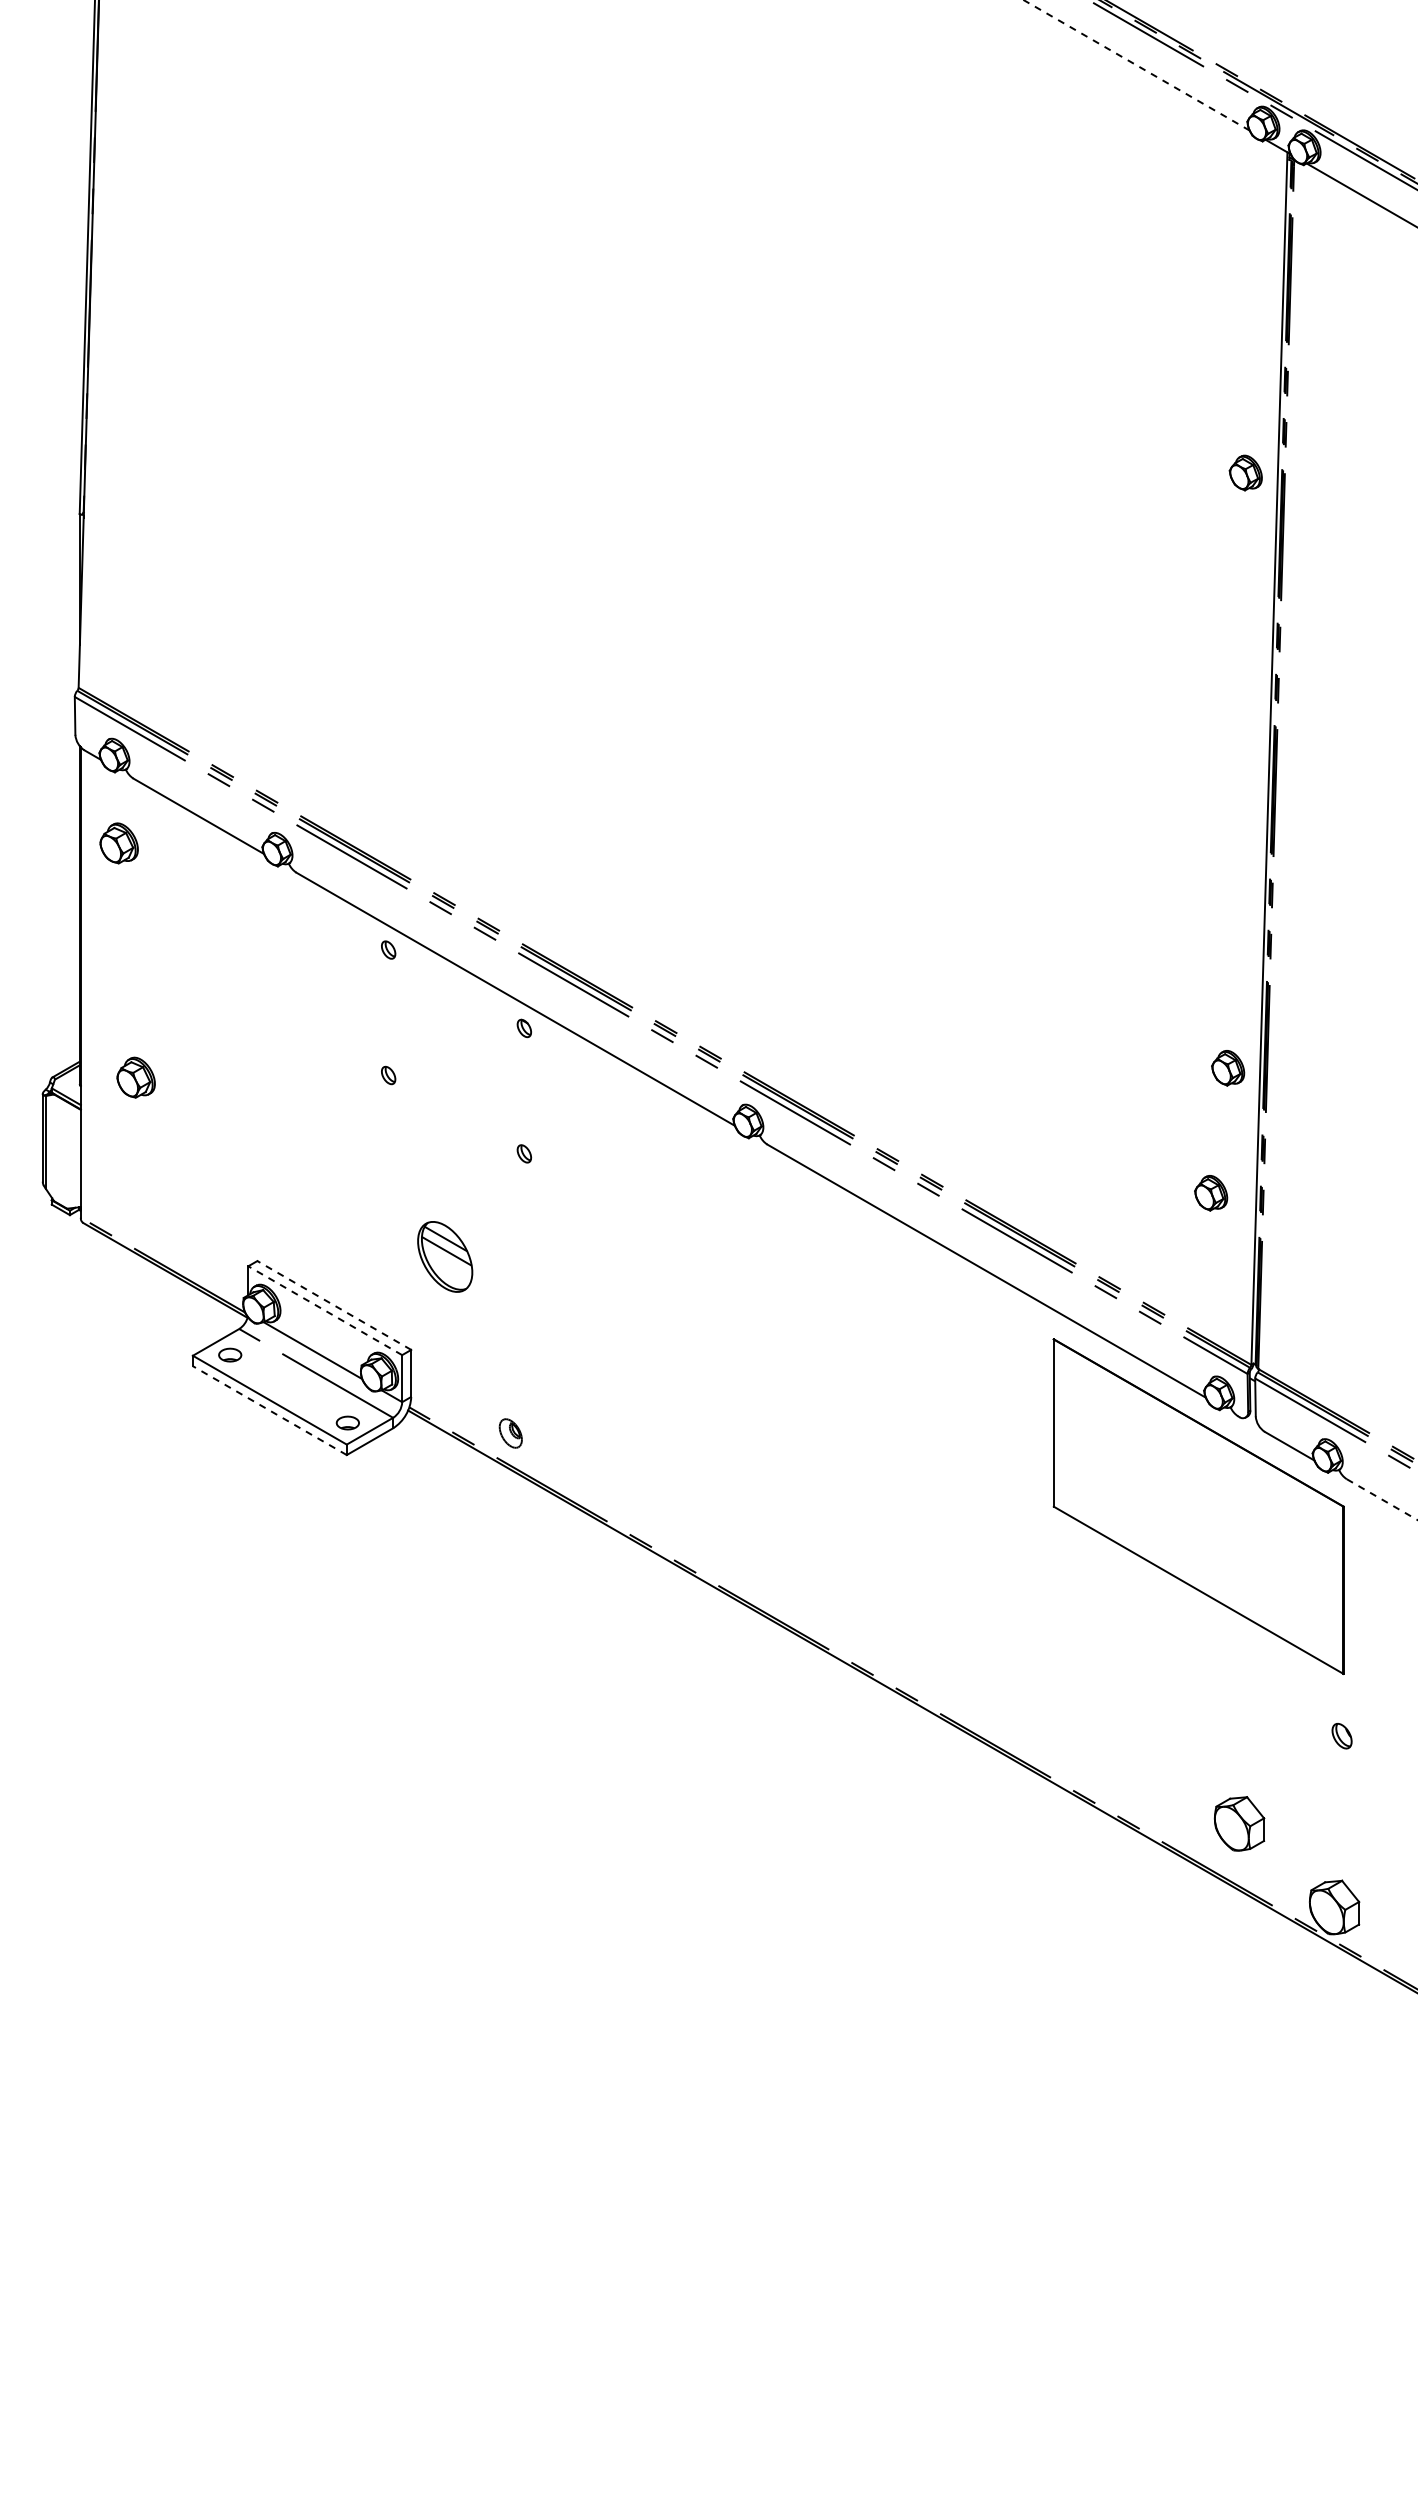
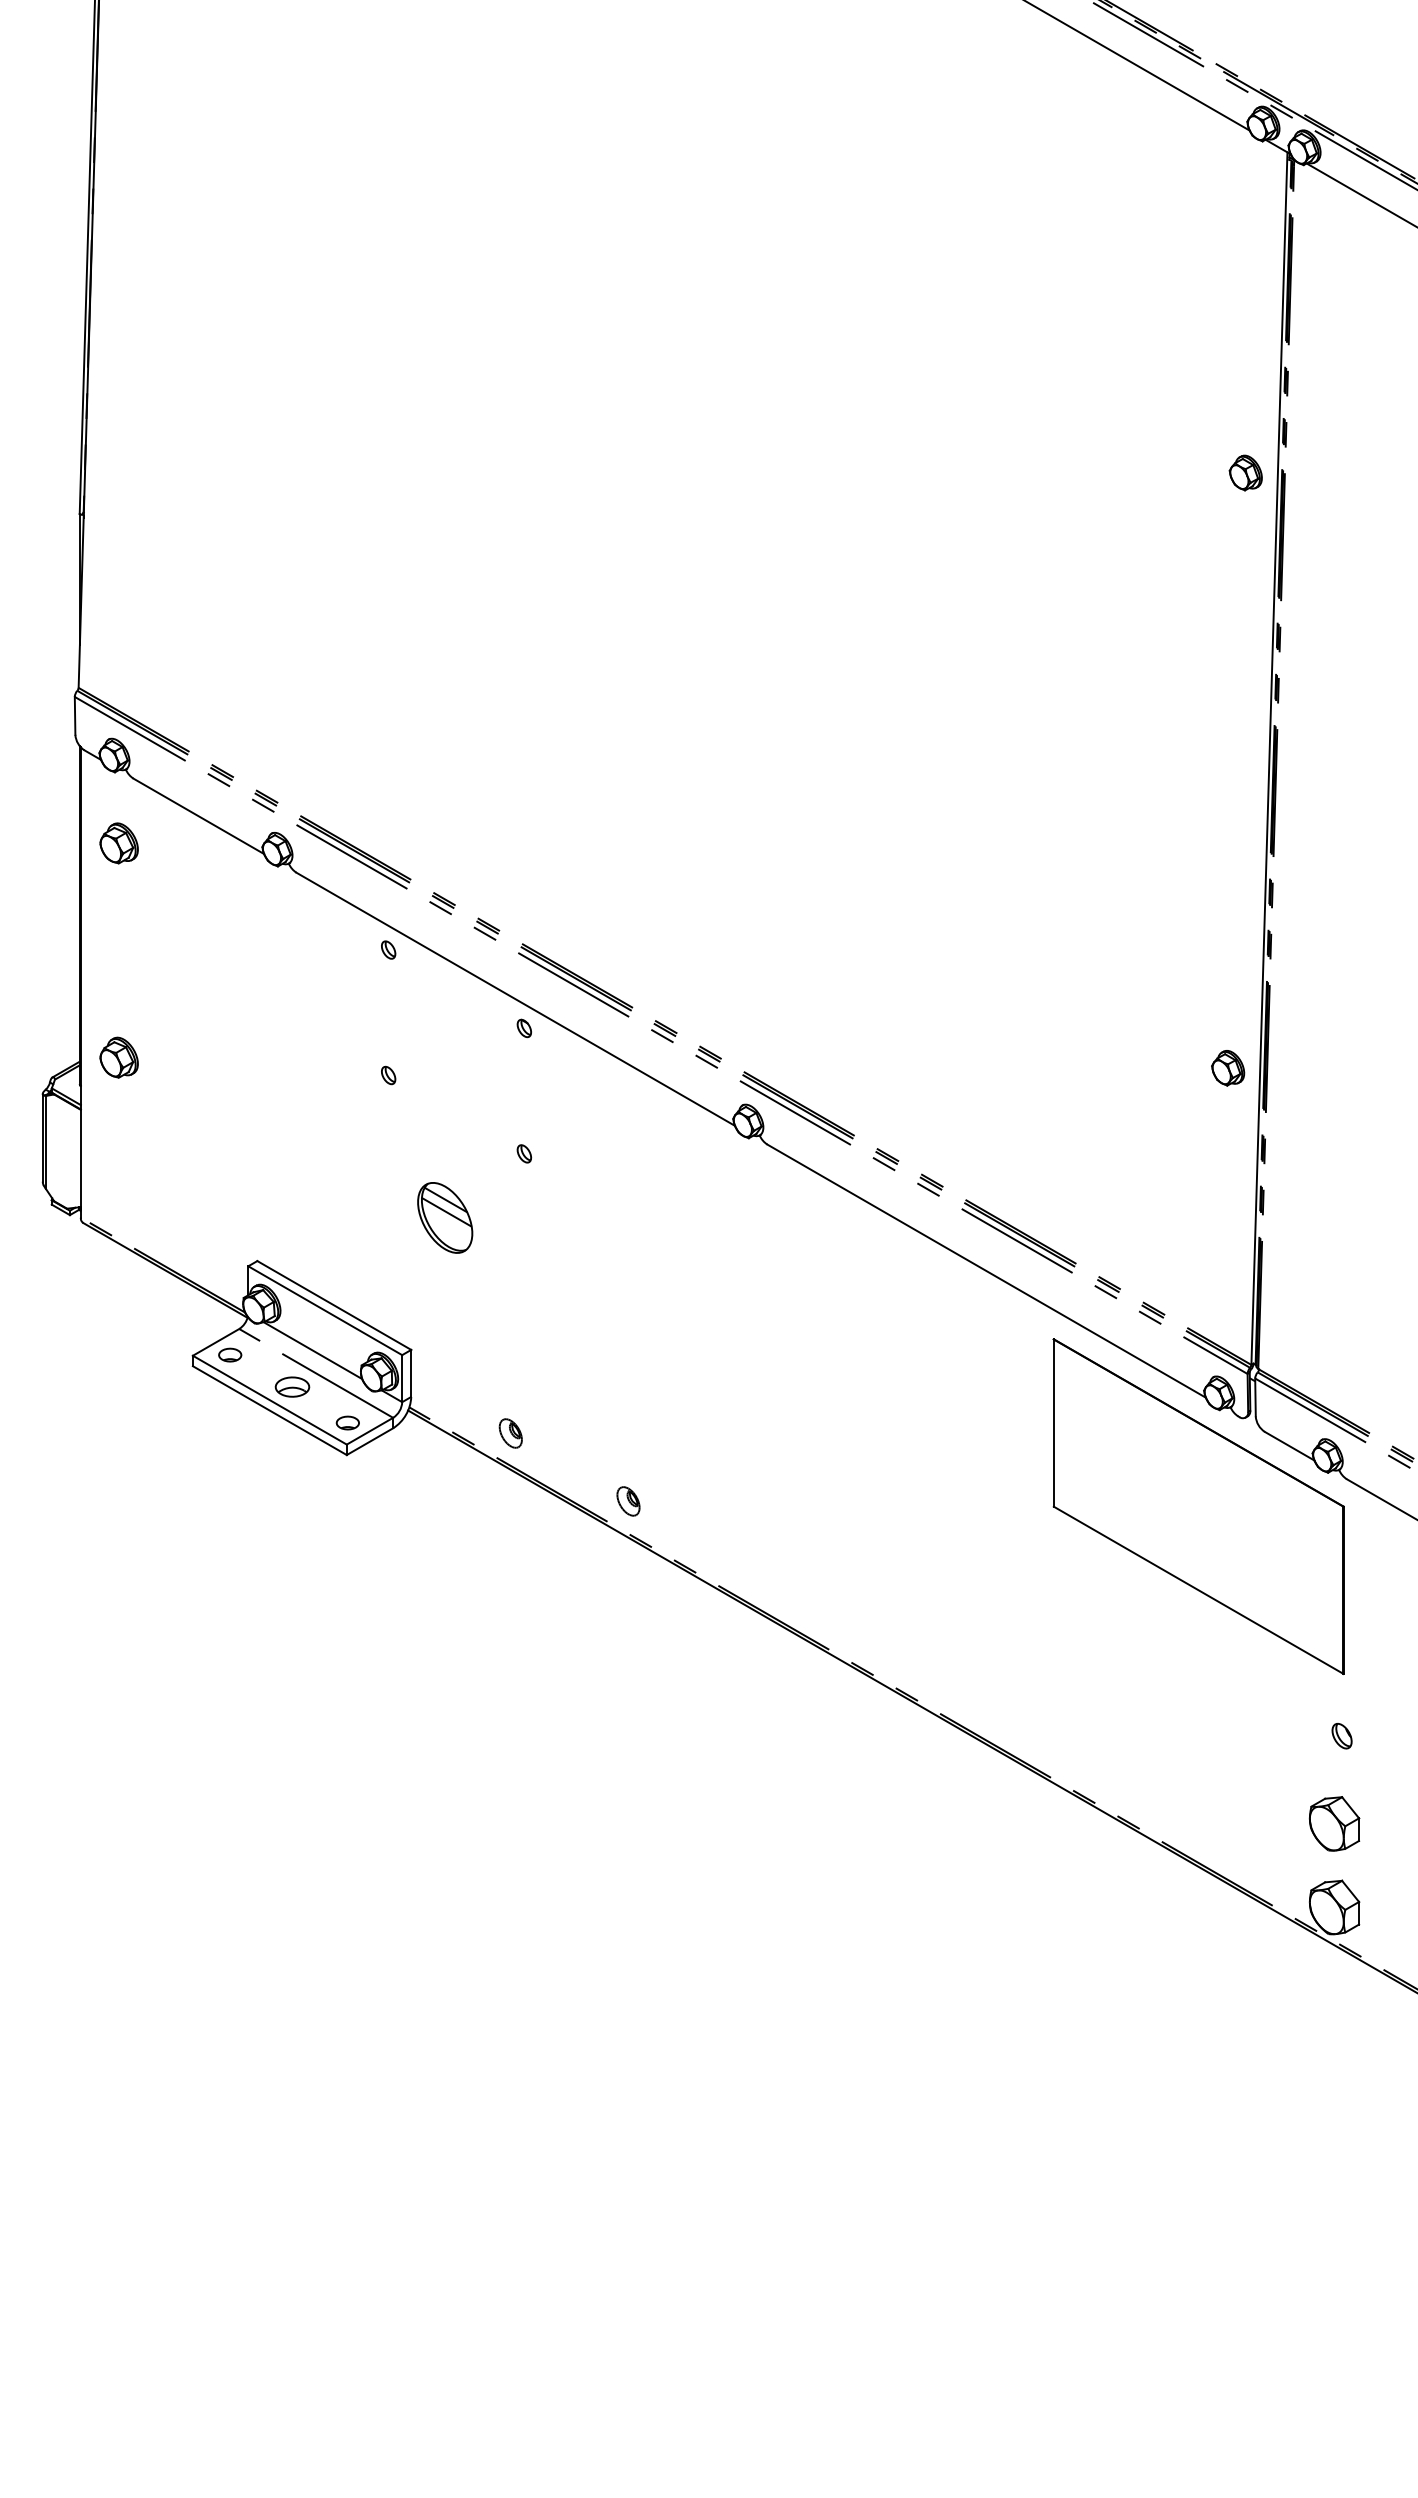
line at (1136, 65): dashed -> solid
part at (135, 1077) position: (135, 1077) -> (118, 1057)
part at (1211, 1193): present -> none
part at (445, 1256) position: (445, 1256) -> (445, 1217)
line at (334, 1305): dashed -> solid
line at (325, 1310): dashed -> solid
part at (292, 1386): none -> present
line at (269, 1410): dashed -> solid
line at (1382, 1499): dashed -> solid
part at (628, 1501): none -> present
part at (1239, 1823) position: (1239, 1823) -> (1334, 1823)
